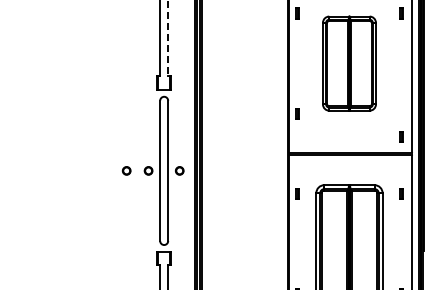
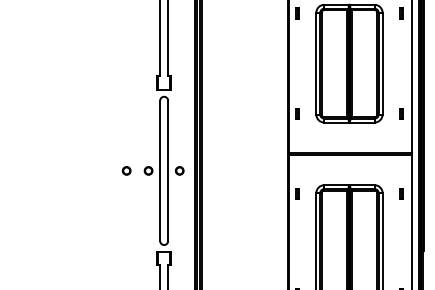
line at (168, 38): dashed -> solid
part at (349, 63) size: 55x97 px -> 69x121 px
part at (401, 136) position: (401, 136) -> (401, 113)
